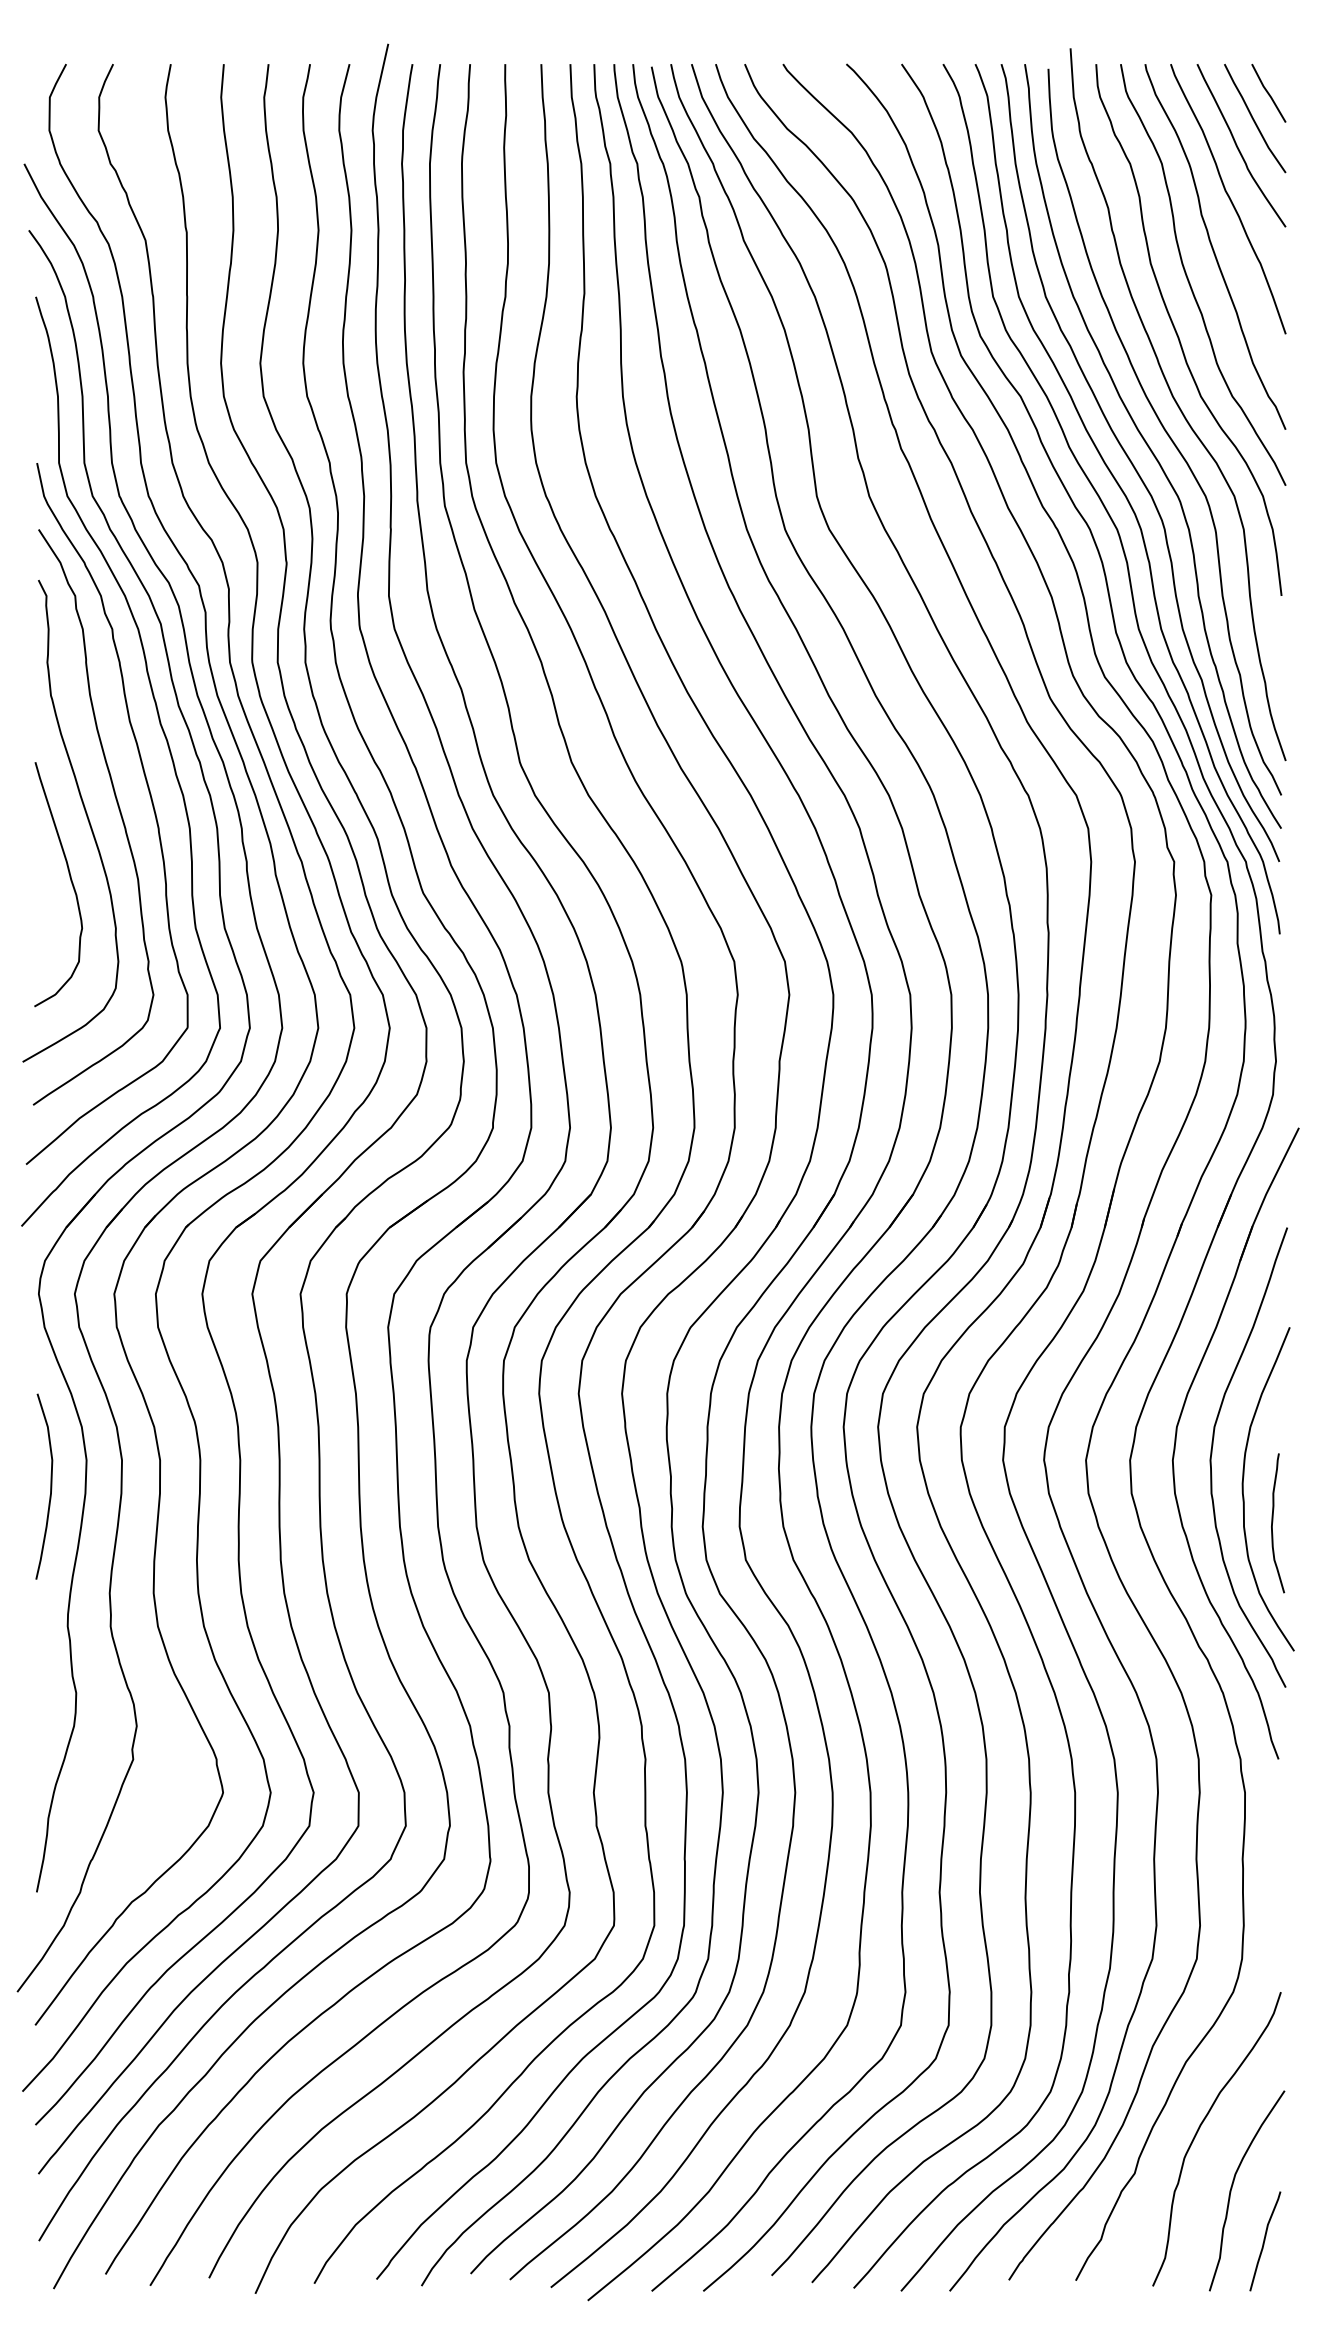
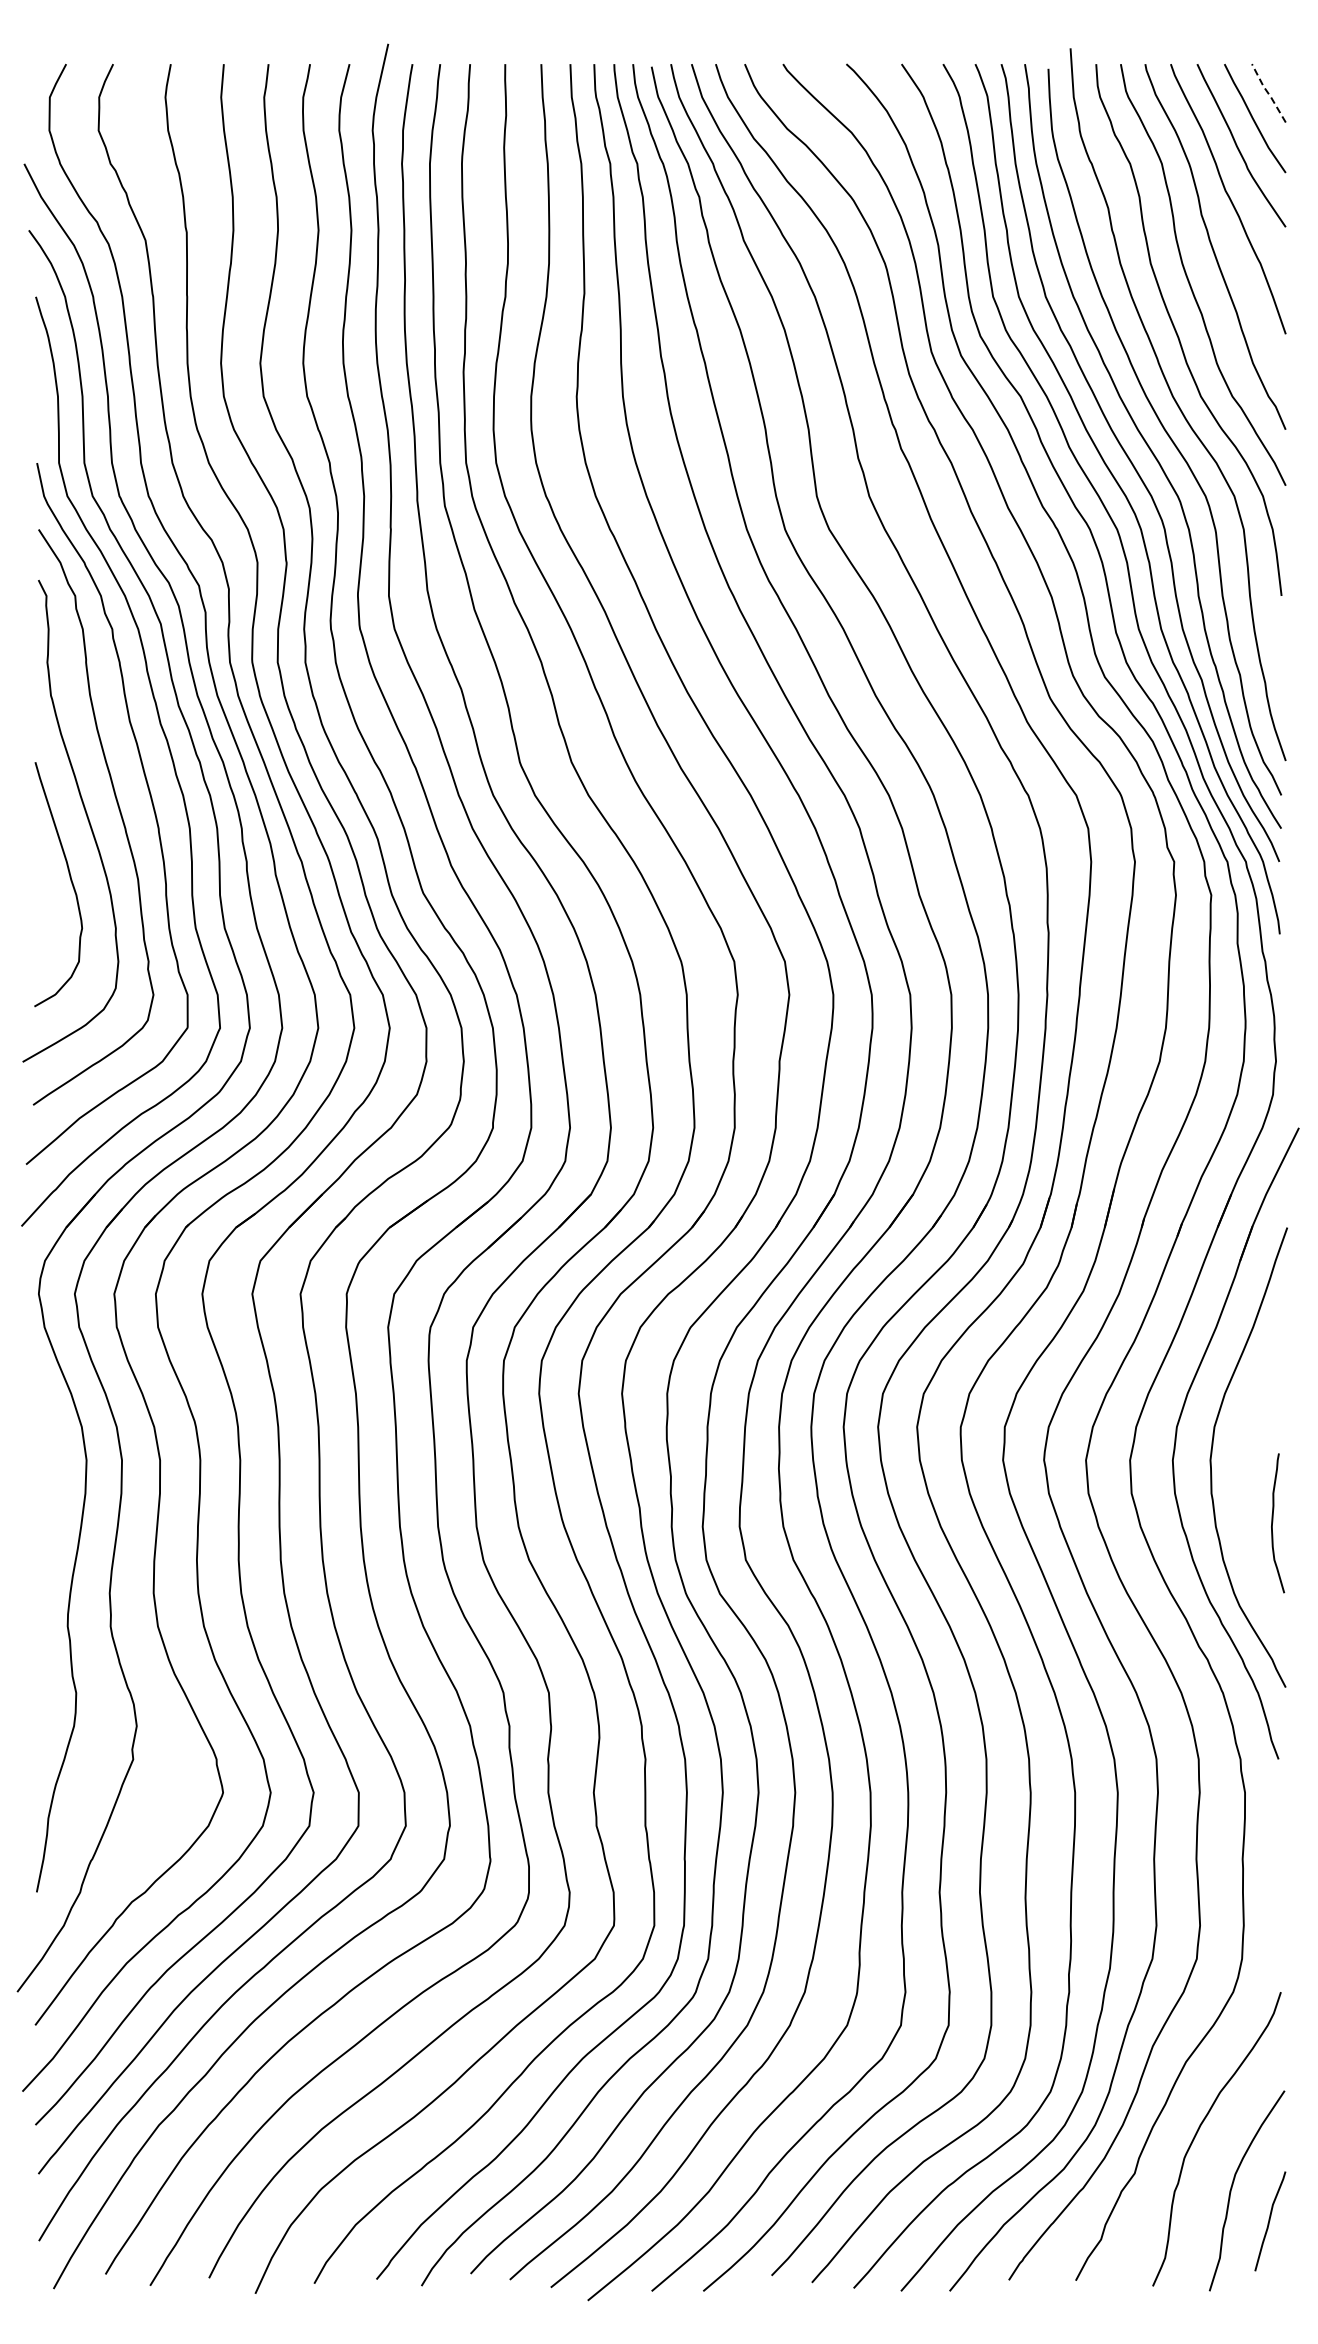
line at (1268, 93): solid -> dashed
curve at (50, 1486): present -> none
curve at (1243, 1489): present -> none
curve at (1265, 2240) position: (1265, 2240) -> (1270, 2220)
